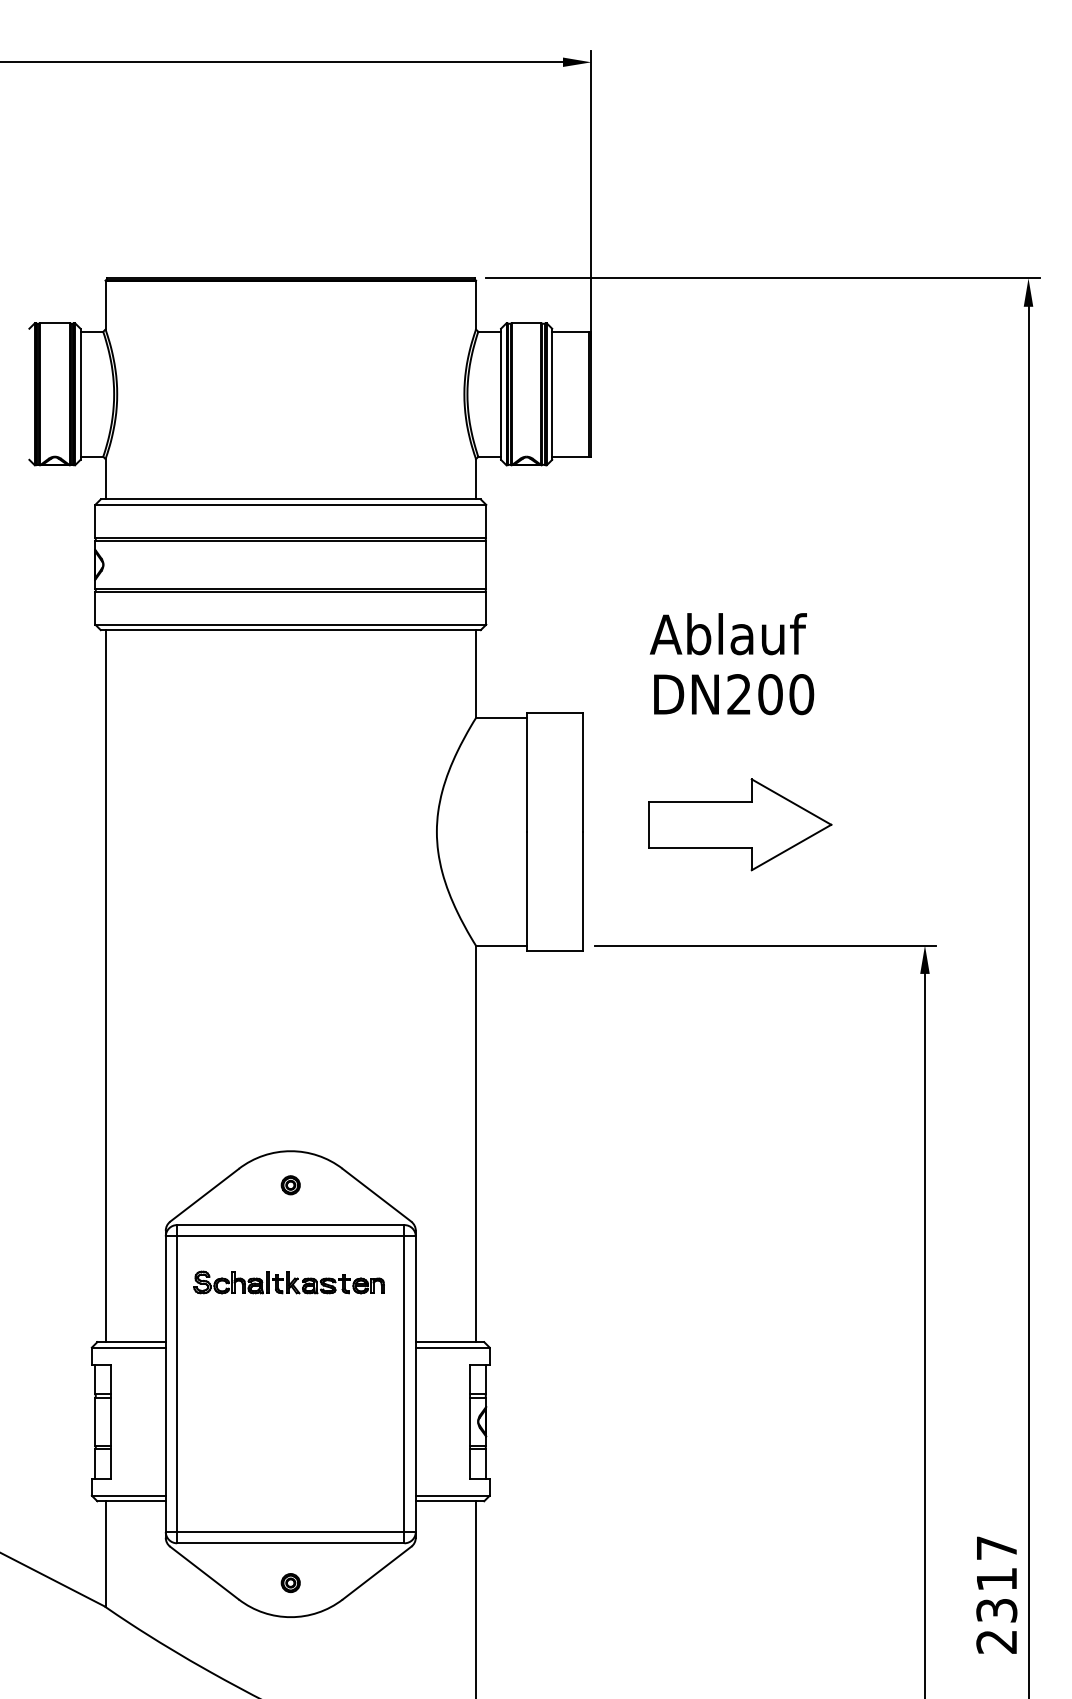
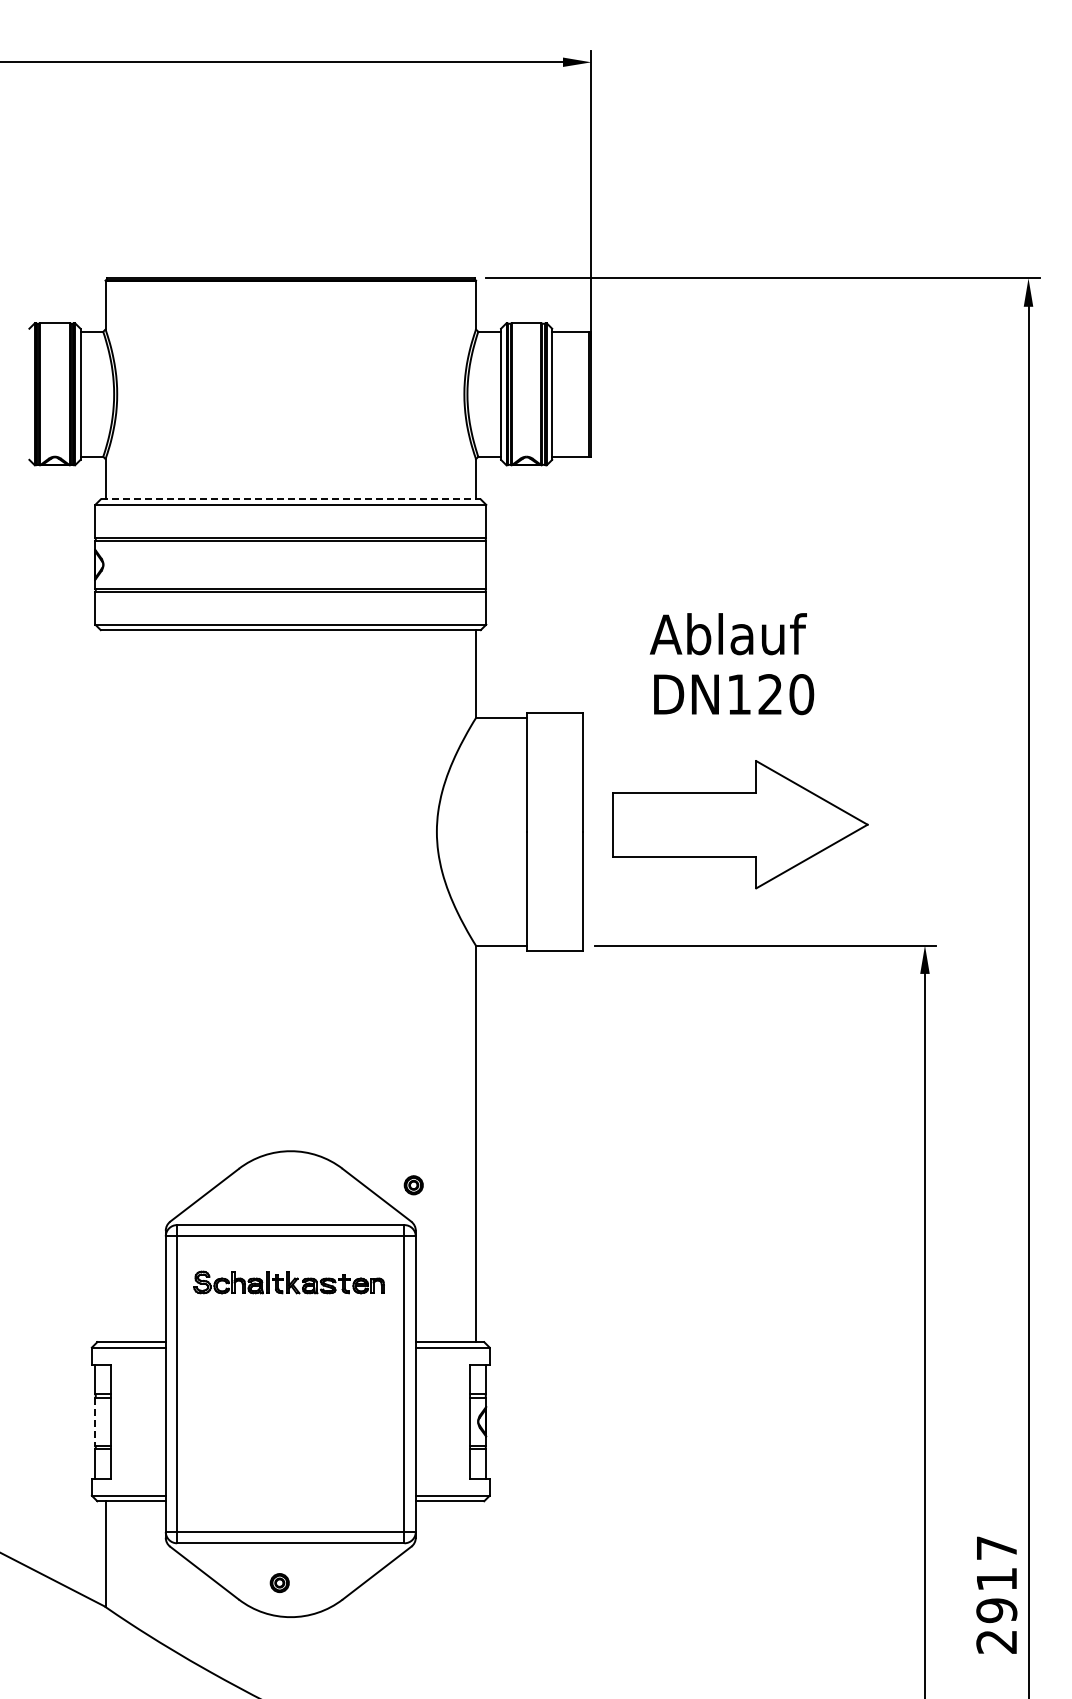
line at (291, 499): solid -> dashed
text at (754, 694): DN200 -> DN120
part at (740, 824) size: 185x94 px -> 257x130 px
line at (105, 986): present -> none
part at (290, 1185) position: (290, 1185) -> (413, 1185)
line at (95, 1421): solid -> dashed
part at (290, 1583) position: (290, 1583) -> (279, 1583)
line at (476, 1598): present -> none
text at (996, 1610): 2317 -> 2917
